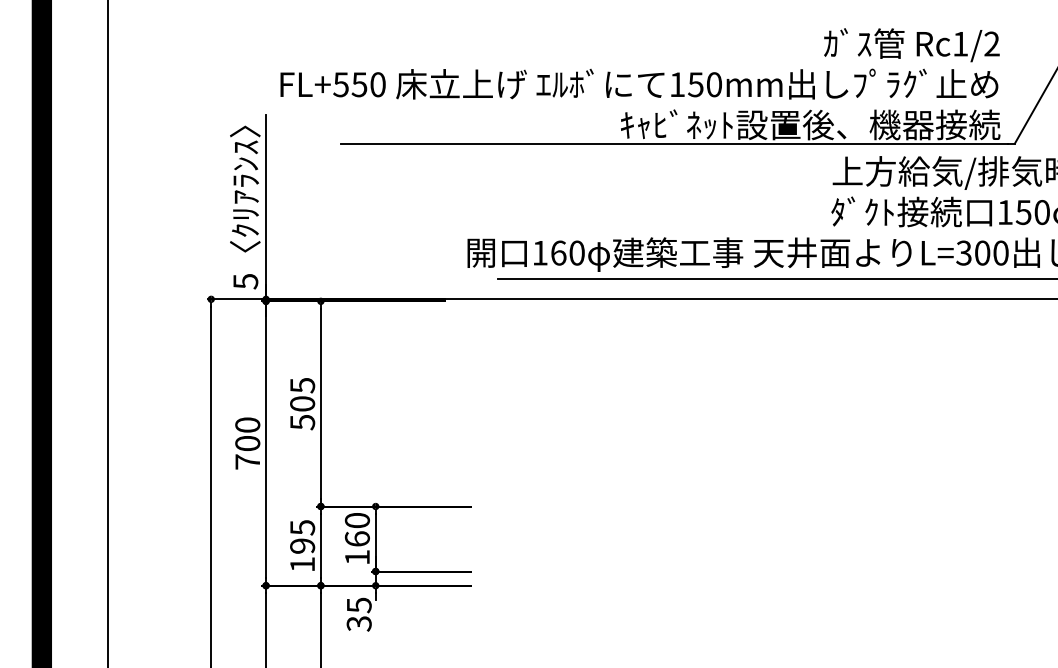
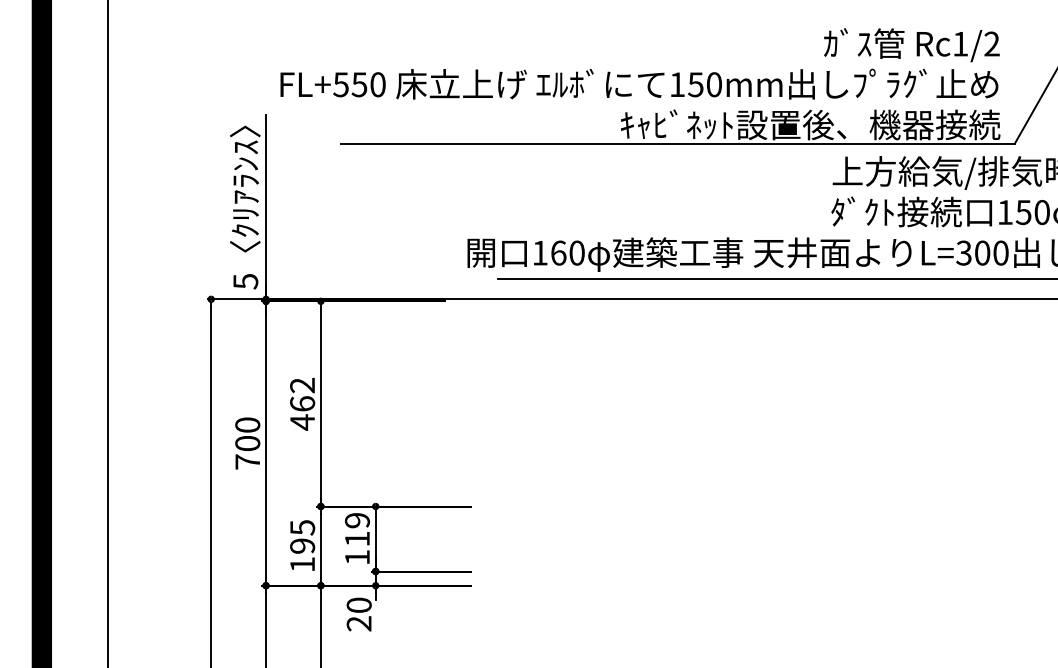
text at (302, 404): 505 -> 462
text at (356, 529): 160 -> 119
text at (358, 614): 35 -> 20
